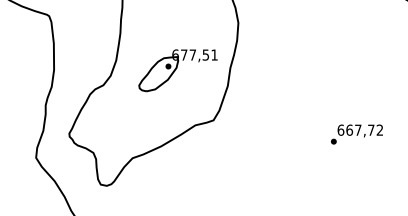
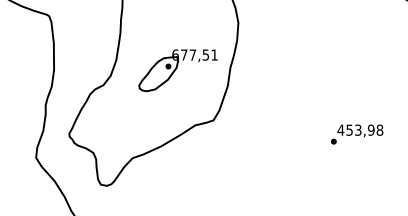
text at (360, 129): 667,72 -> 453,98
